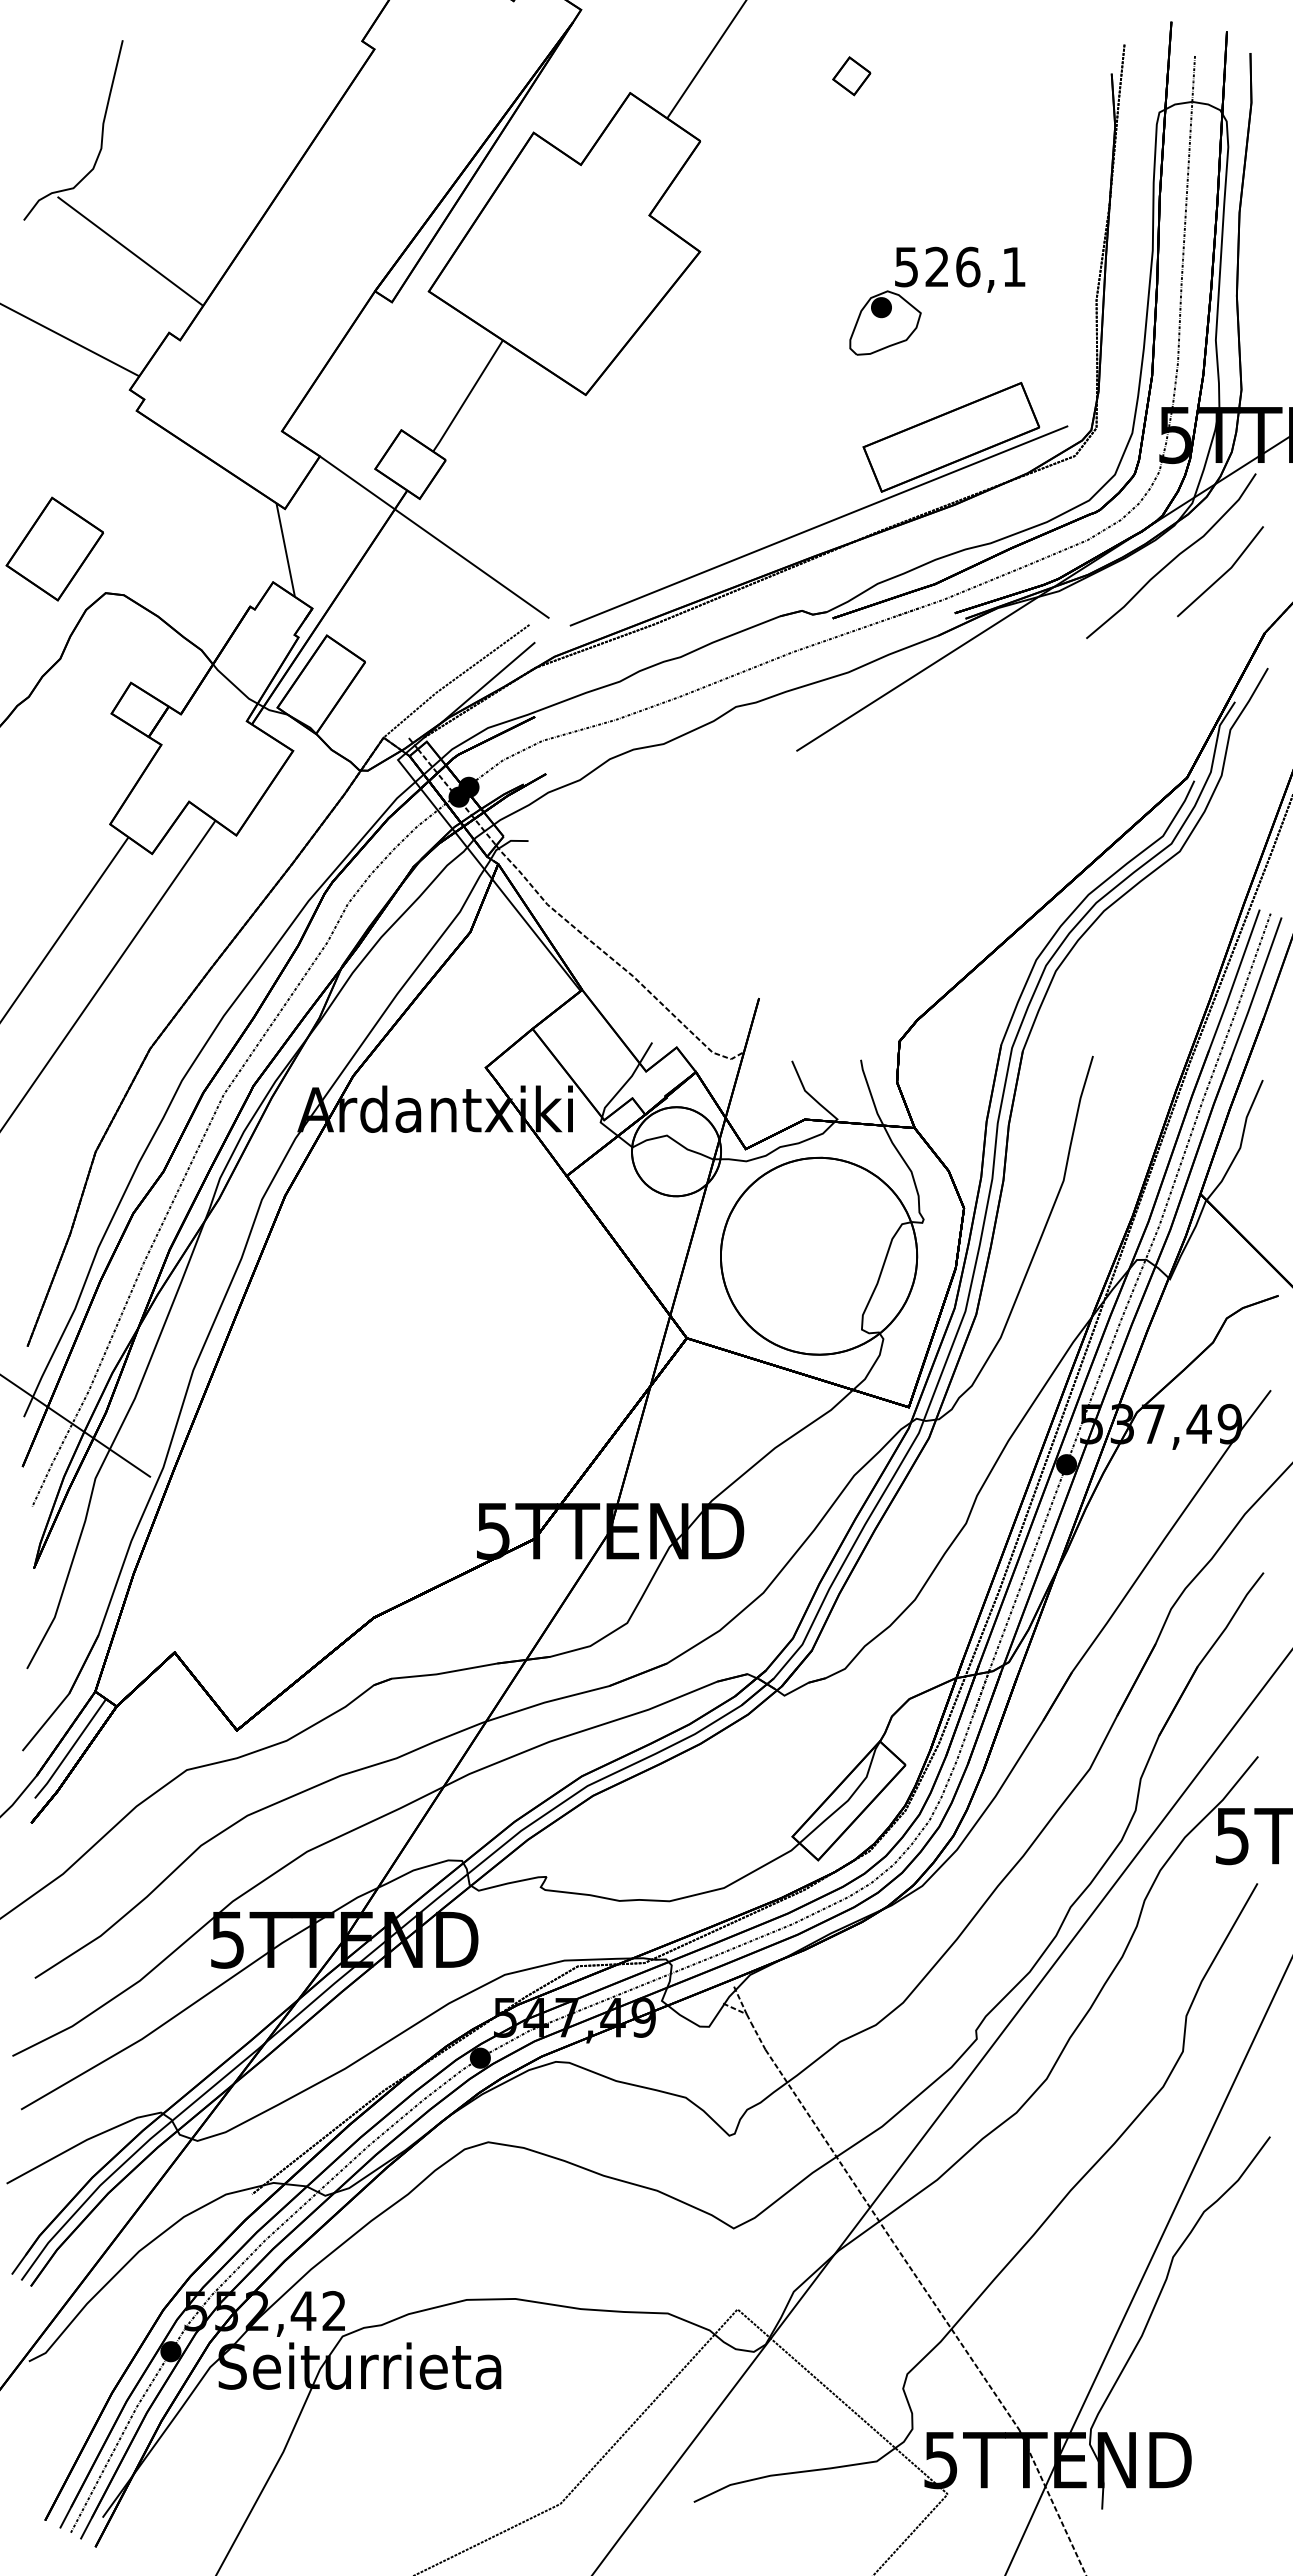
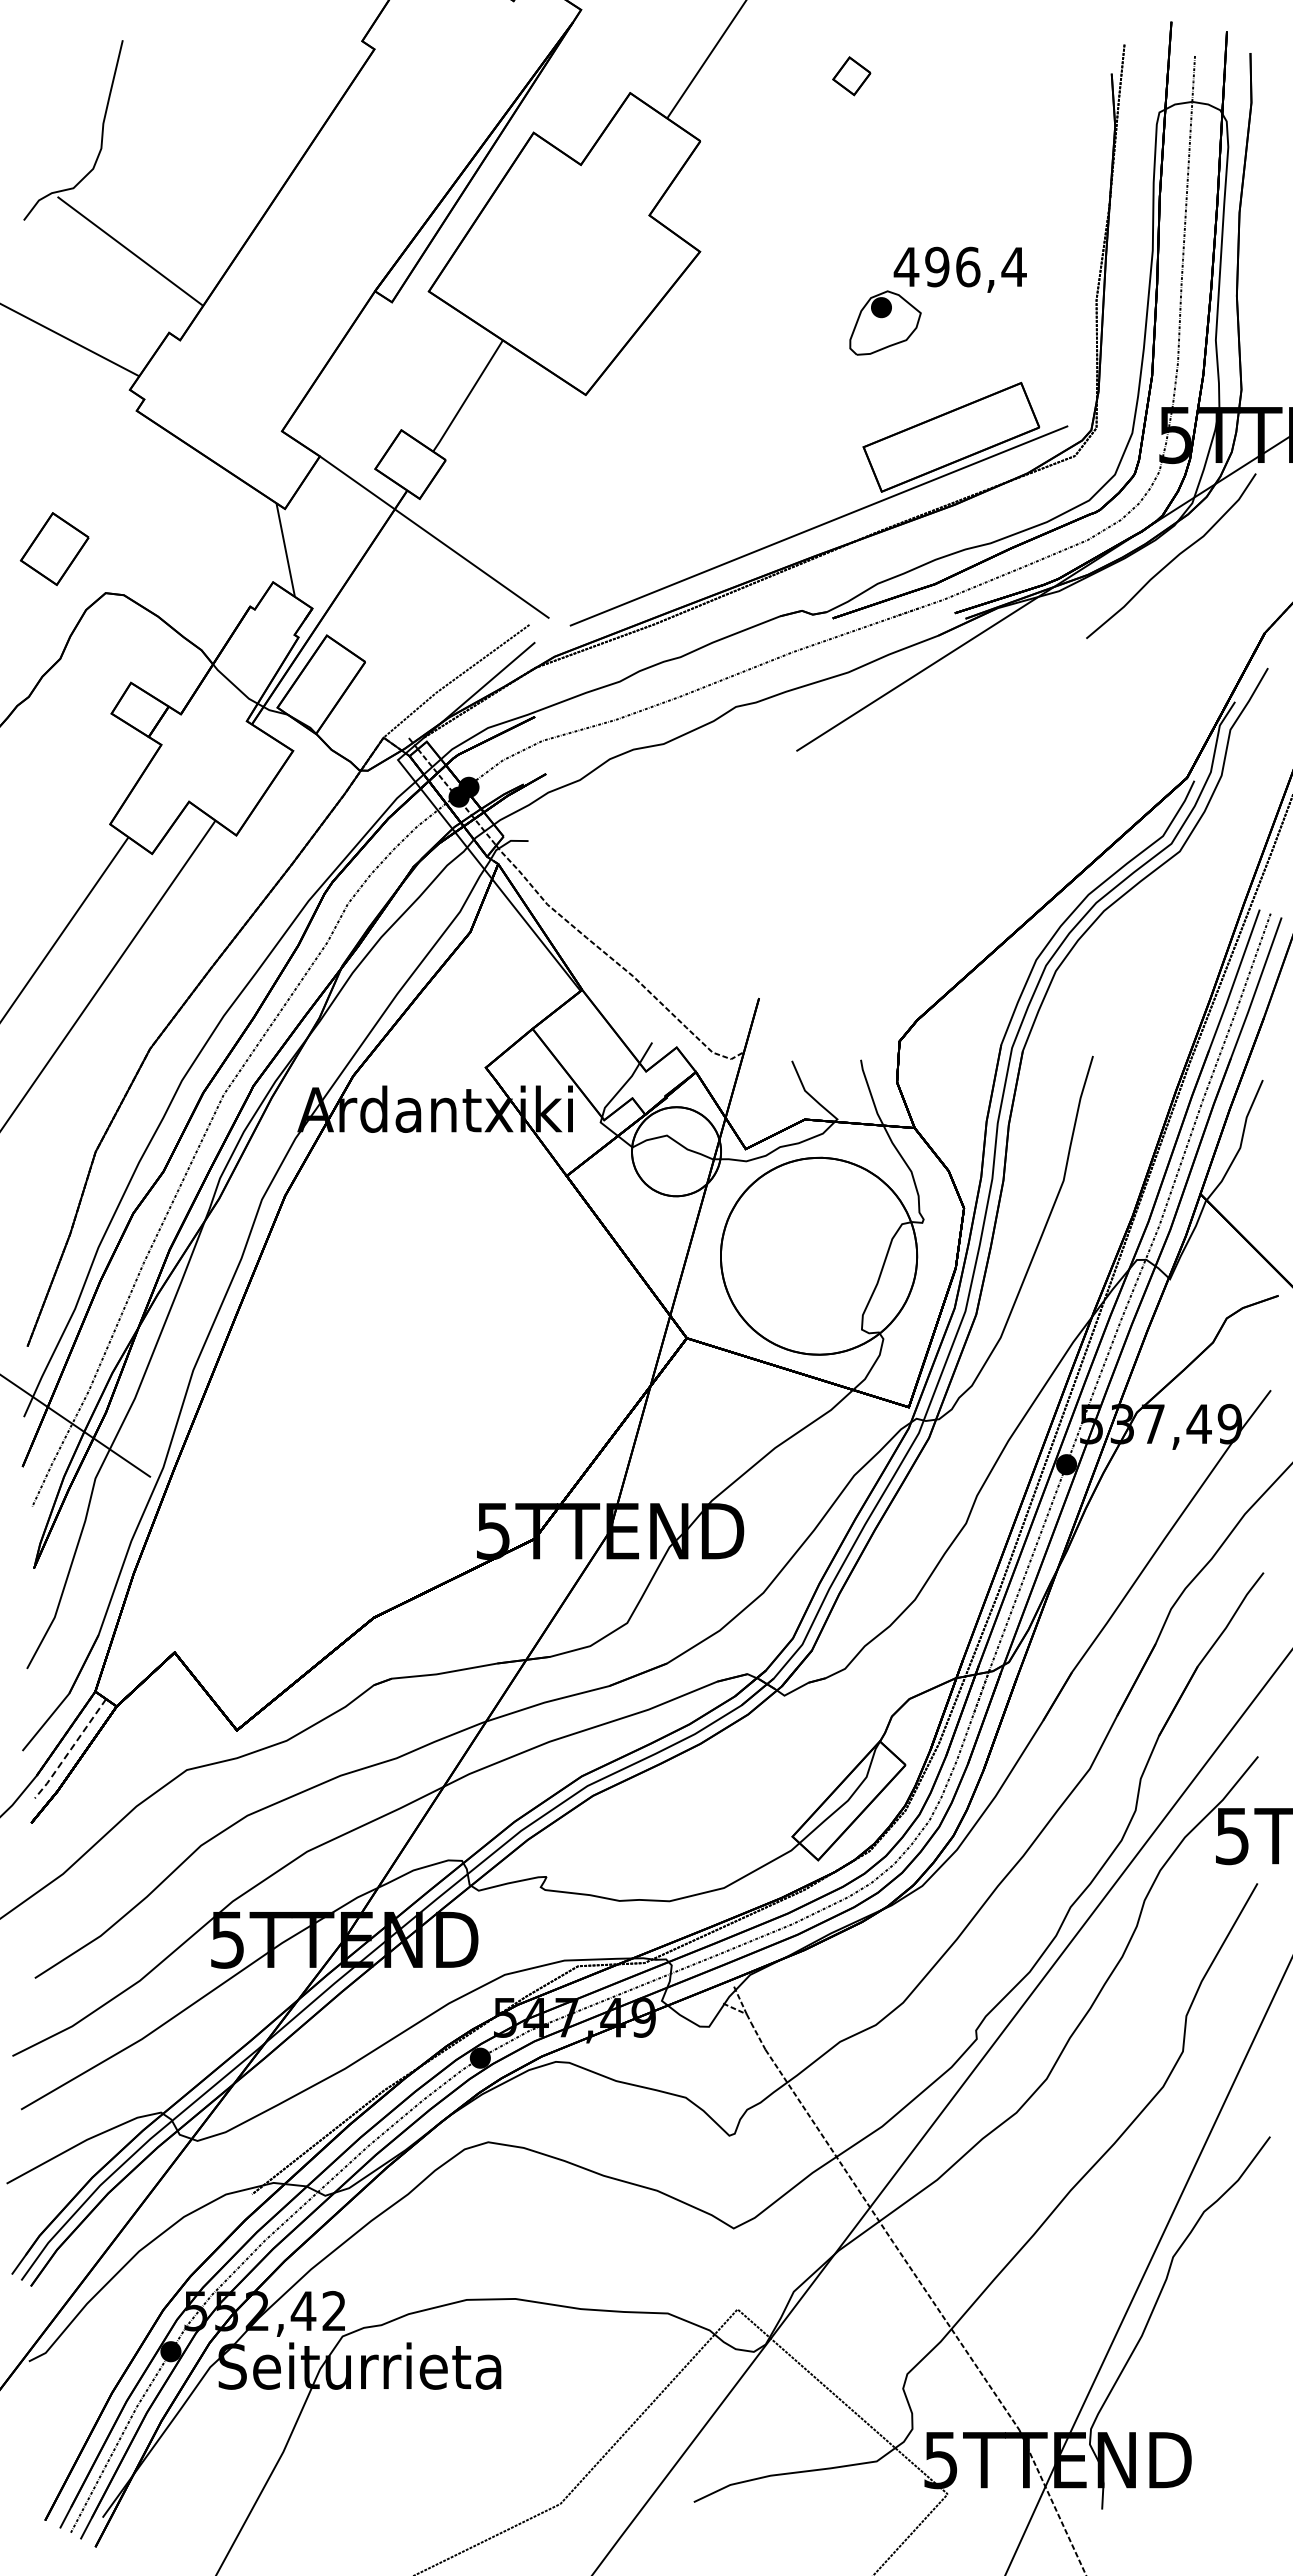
text at (959, 266): 526,1 -> 496,4
part at (54, 548) size: 99x106 px -> 71x74 px
line at (1223, 573): present -> none
line at (70, 1750): solid -> dashed
